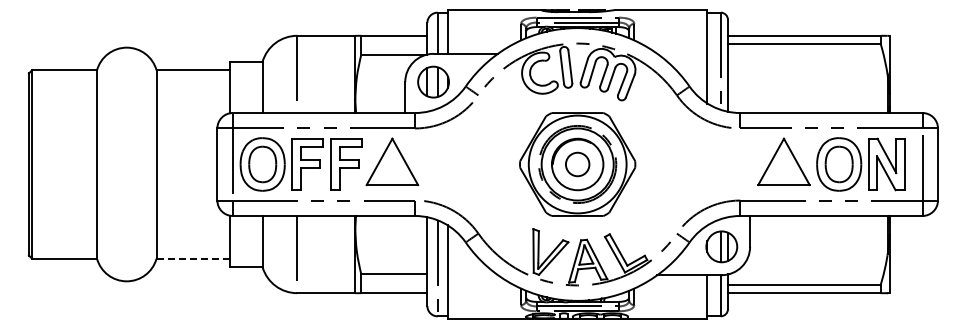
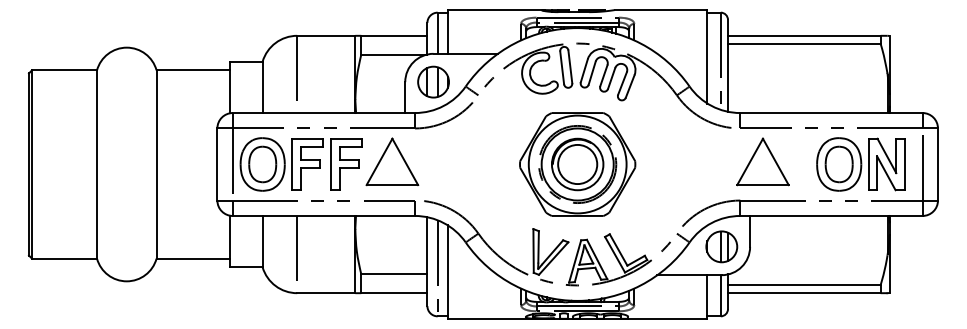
part at (783, 161) position: (783, 161) -> (762, 161)
circle at (577, 164) diameter: 23 px -> 39 px
line at (193, 258): dashed -> solid
